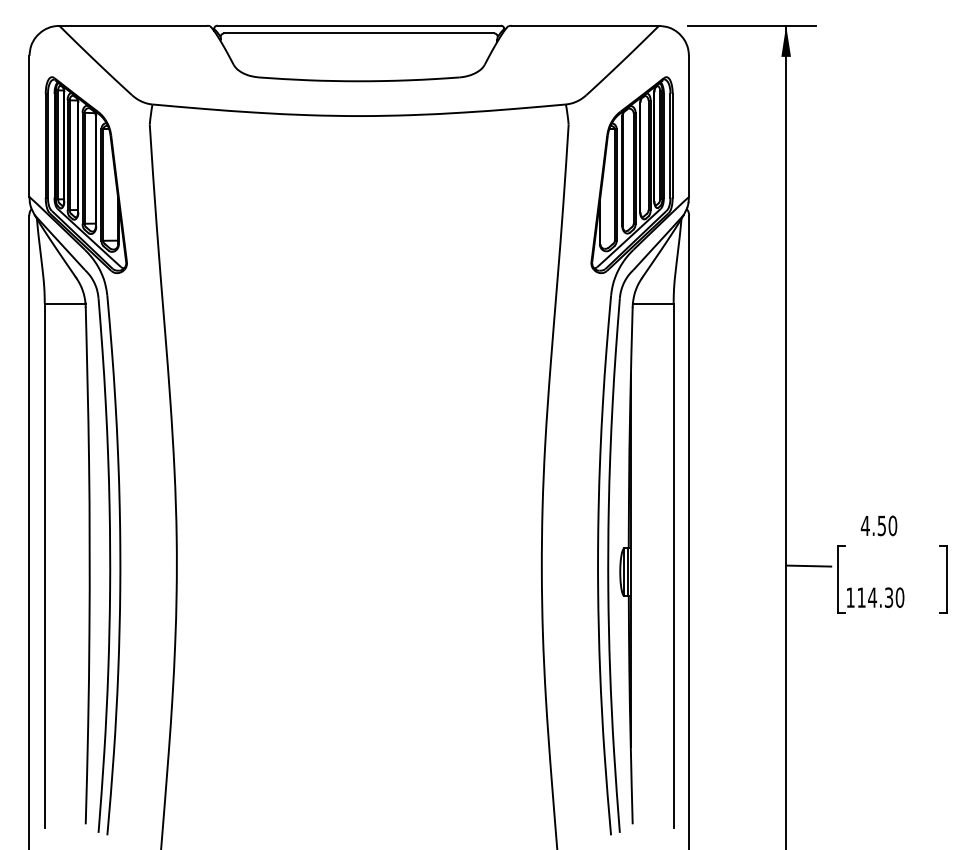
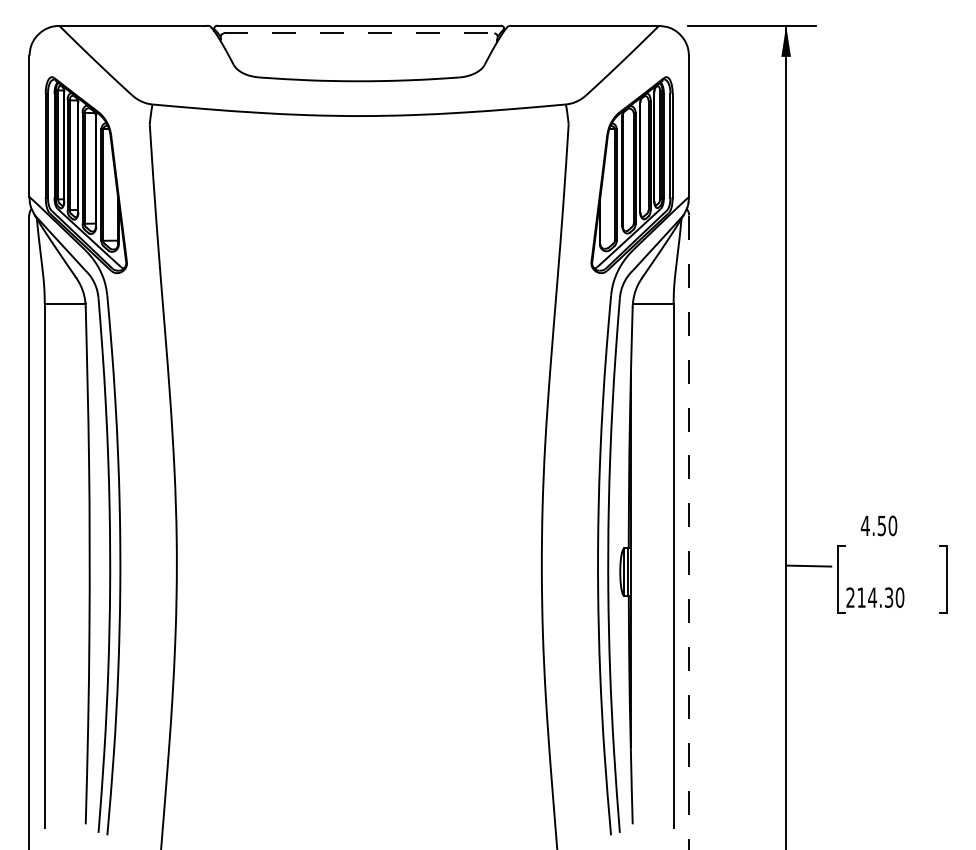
line at (359, 33): solid -> dashed
line at (689, 533): solid -> dashed
text at (850, 597): 114.30 -> 214.30
